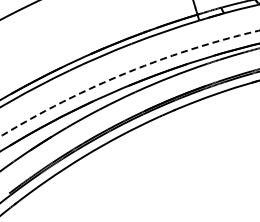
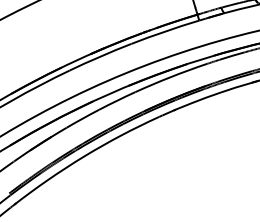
arc at (126, 73): dashed -> solid
